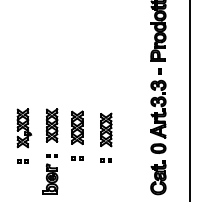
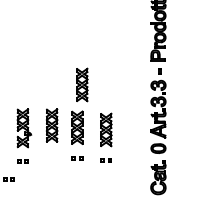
part at (82, 84): none -> present
line at (190, 100): present -> none
part at (50, 174): present -> none
part at (8, 179): none -> present
